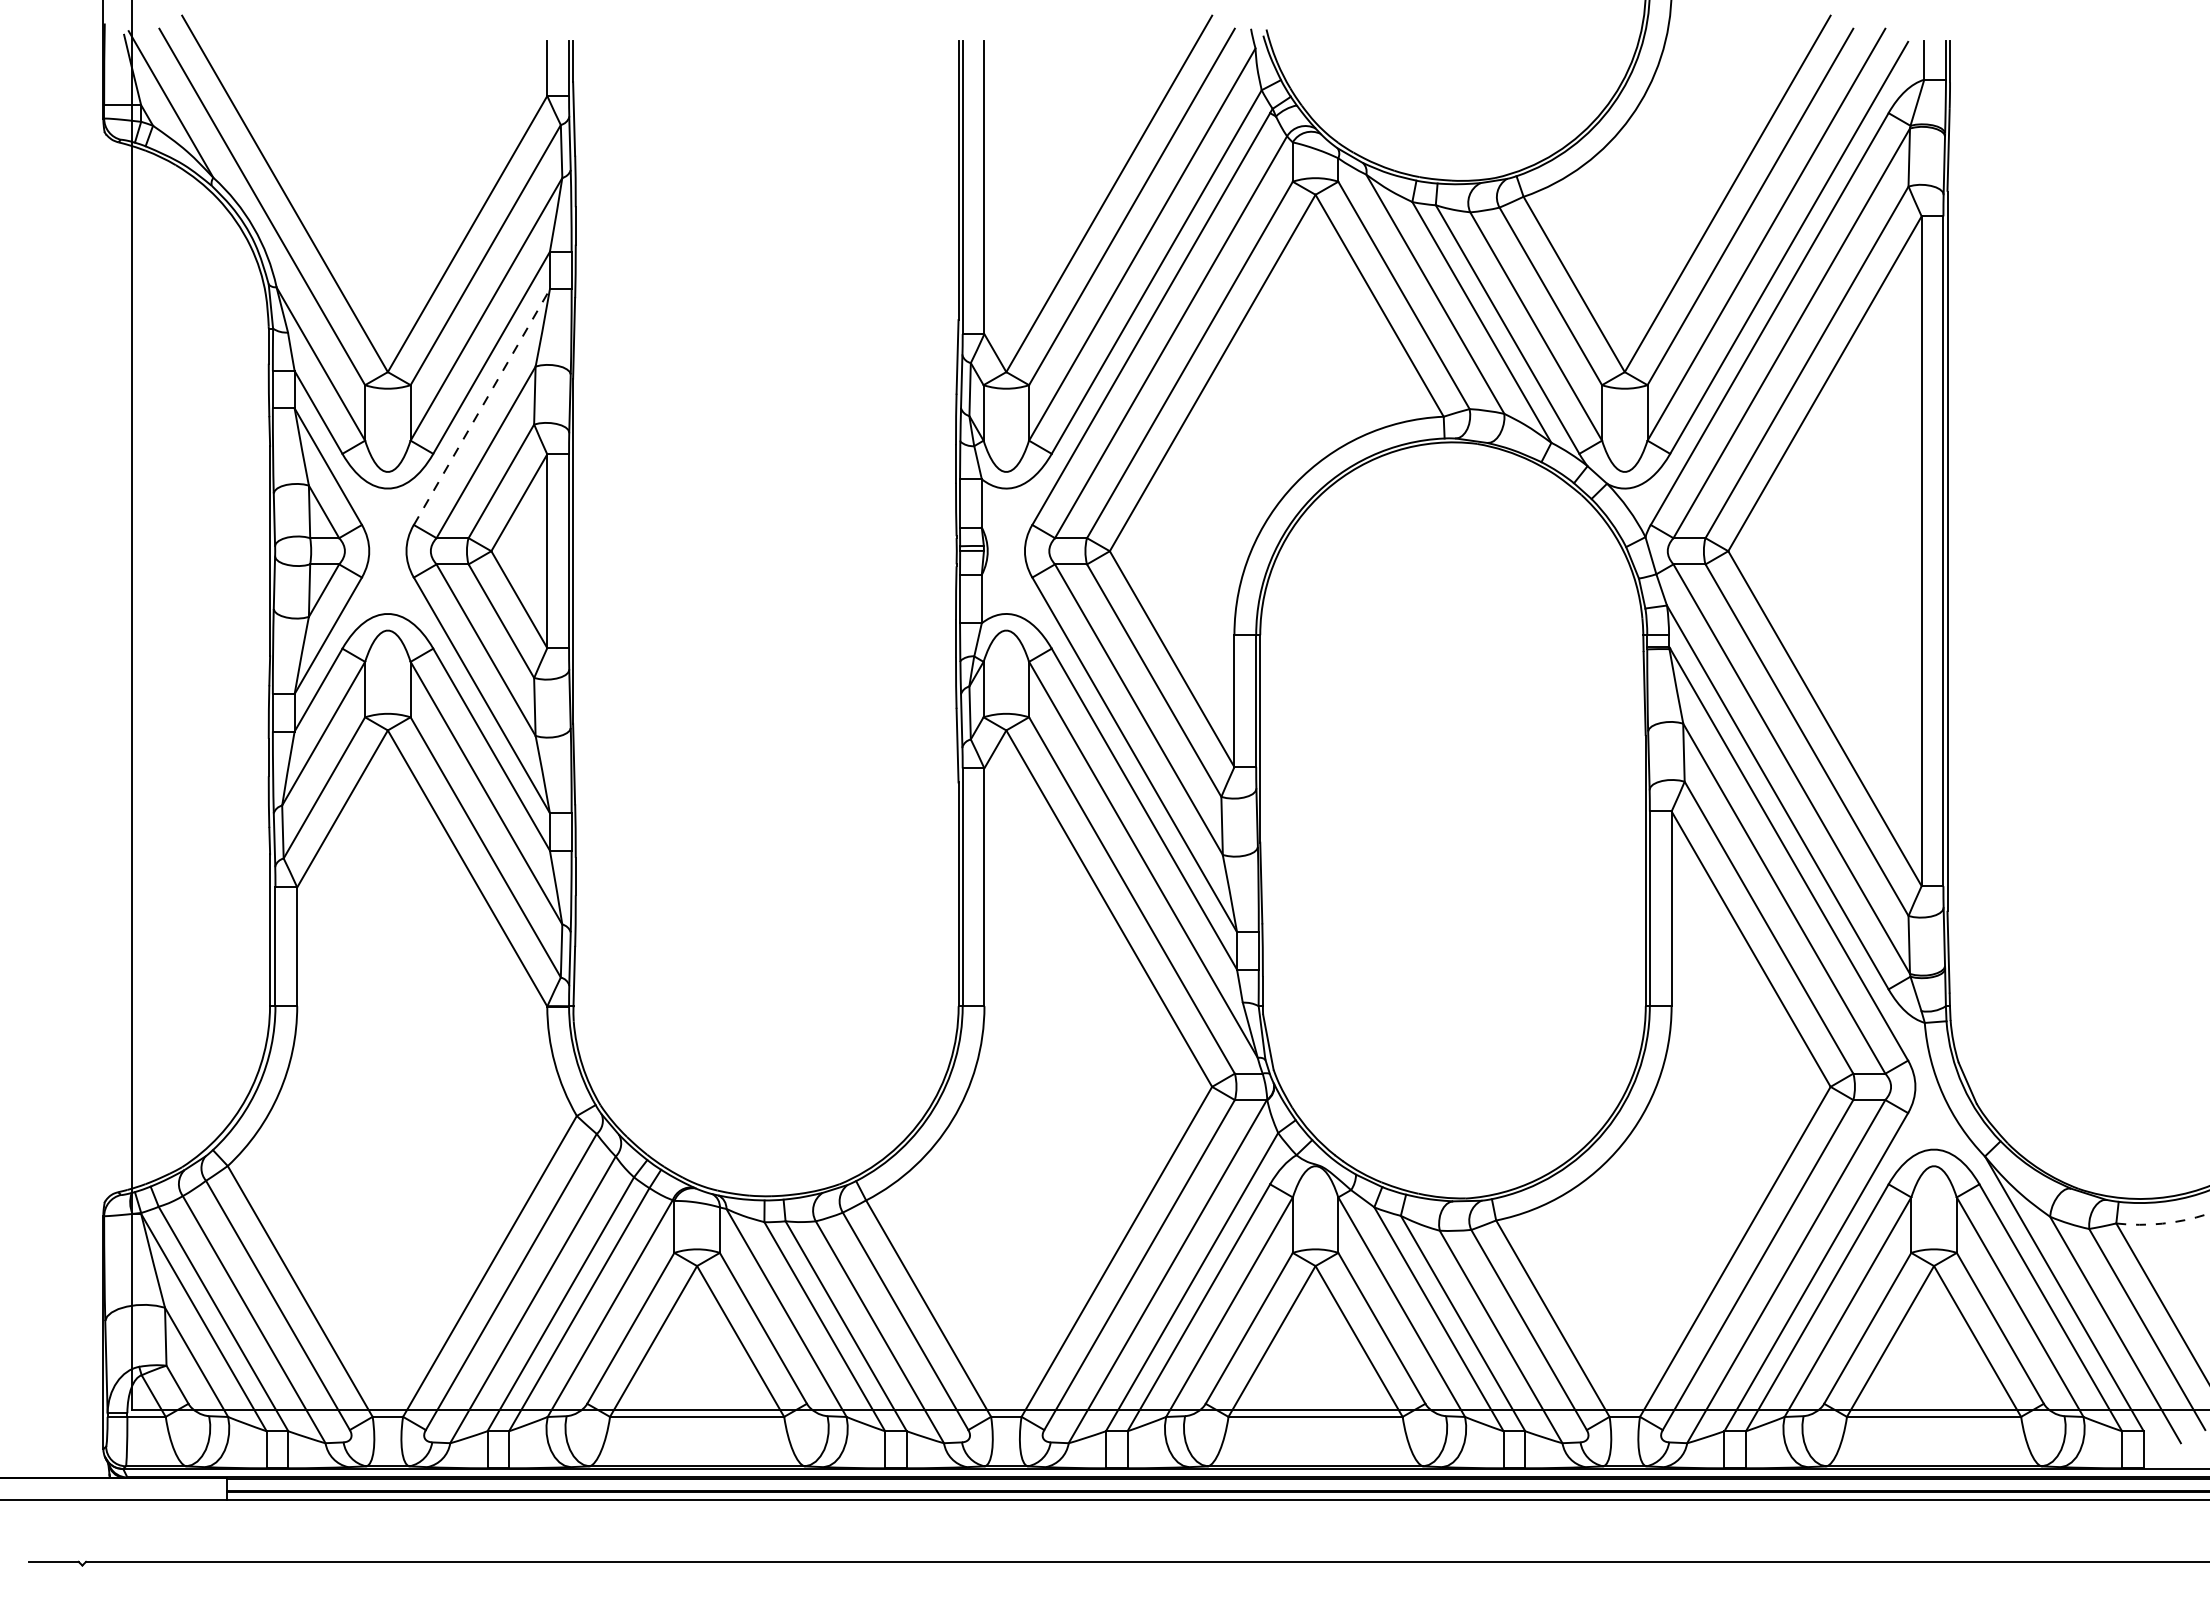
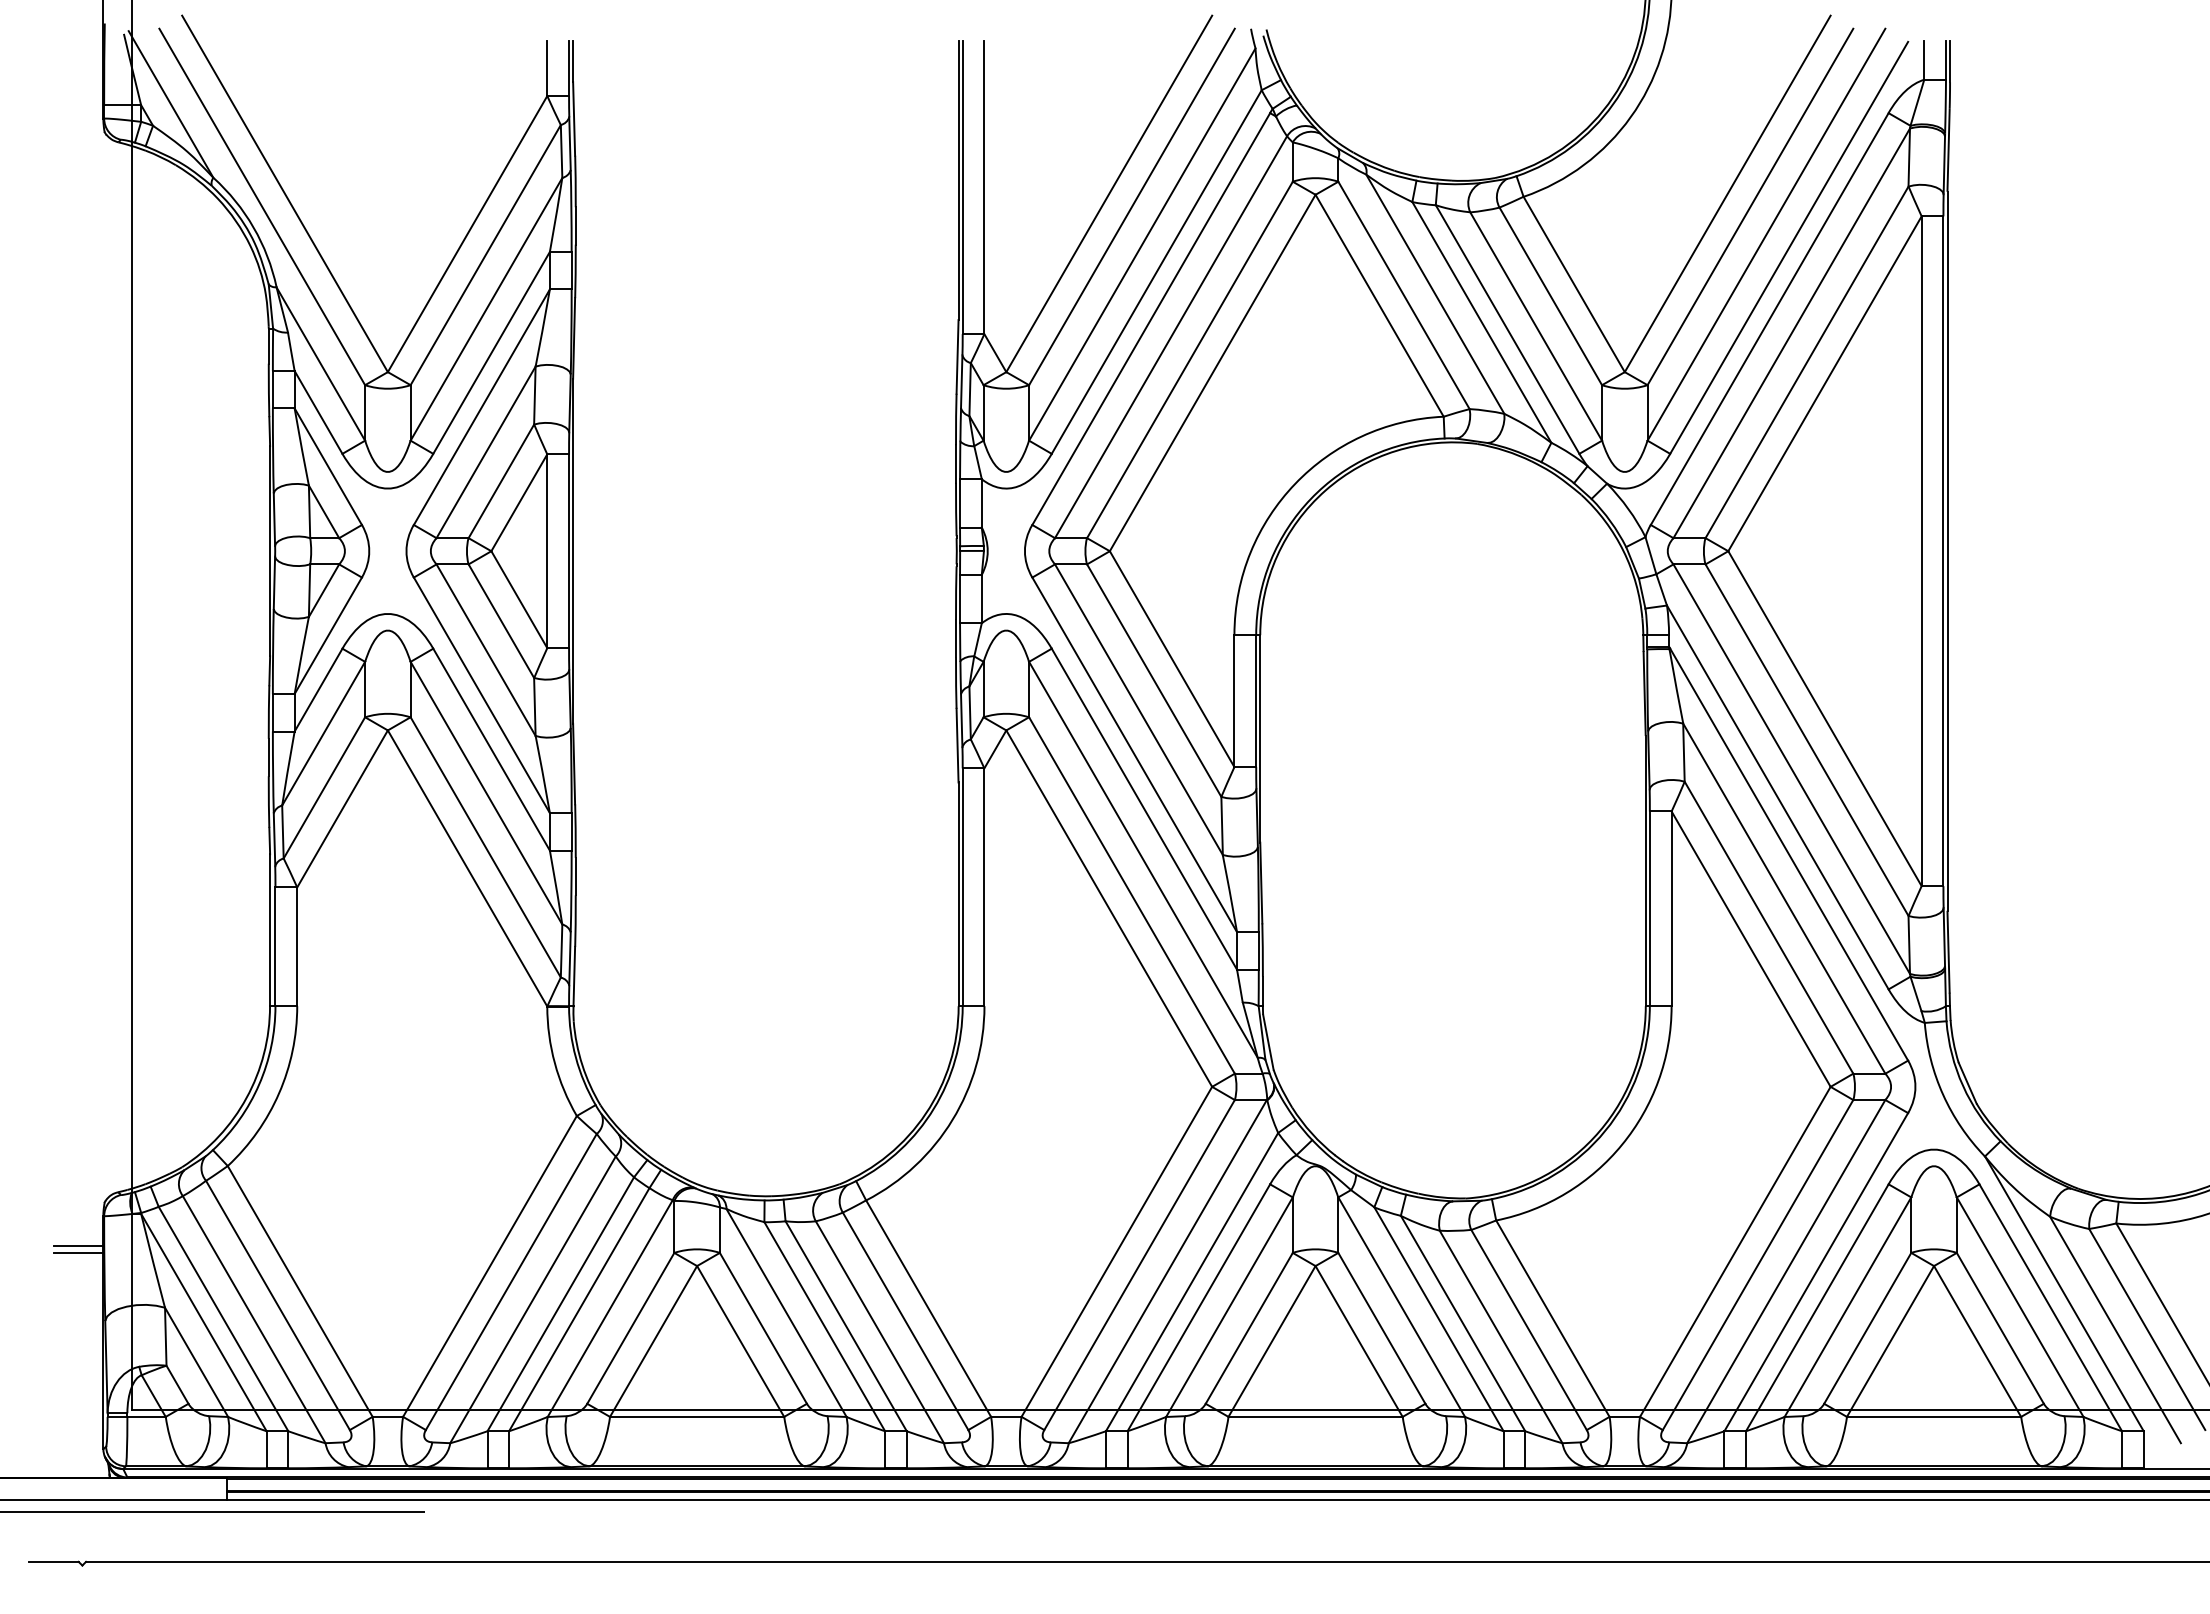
line at (481, 407): dashed -> solid
arc at (2164, 1223): dashed -> solid
line at (78, 1246): none -> present
line at (78, 1252): none -> present
line at (213, 1512): none -> present
